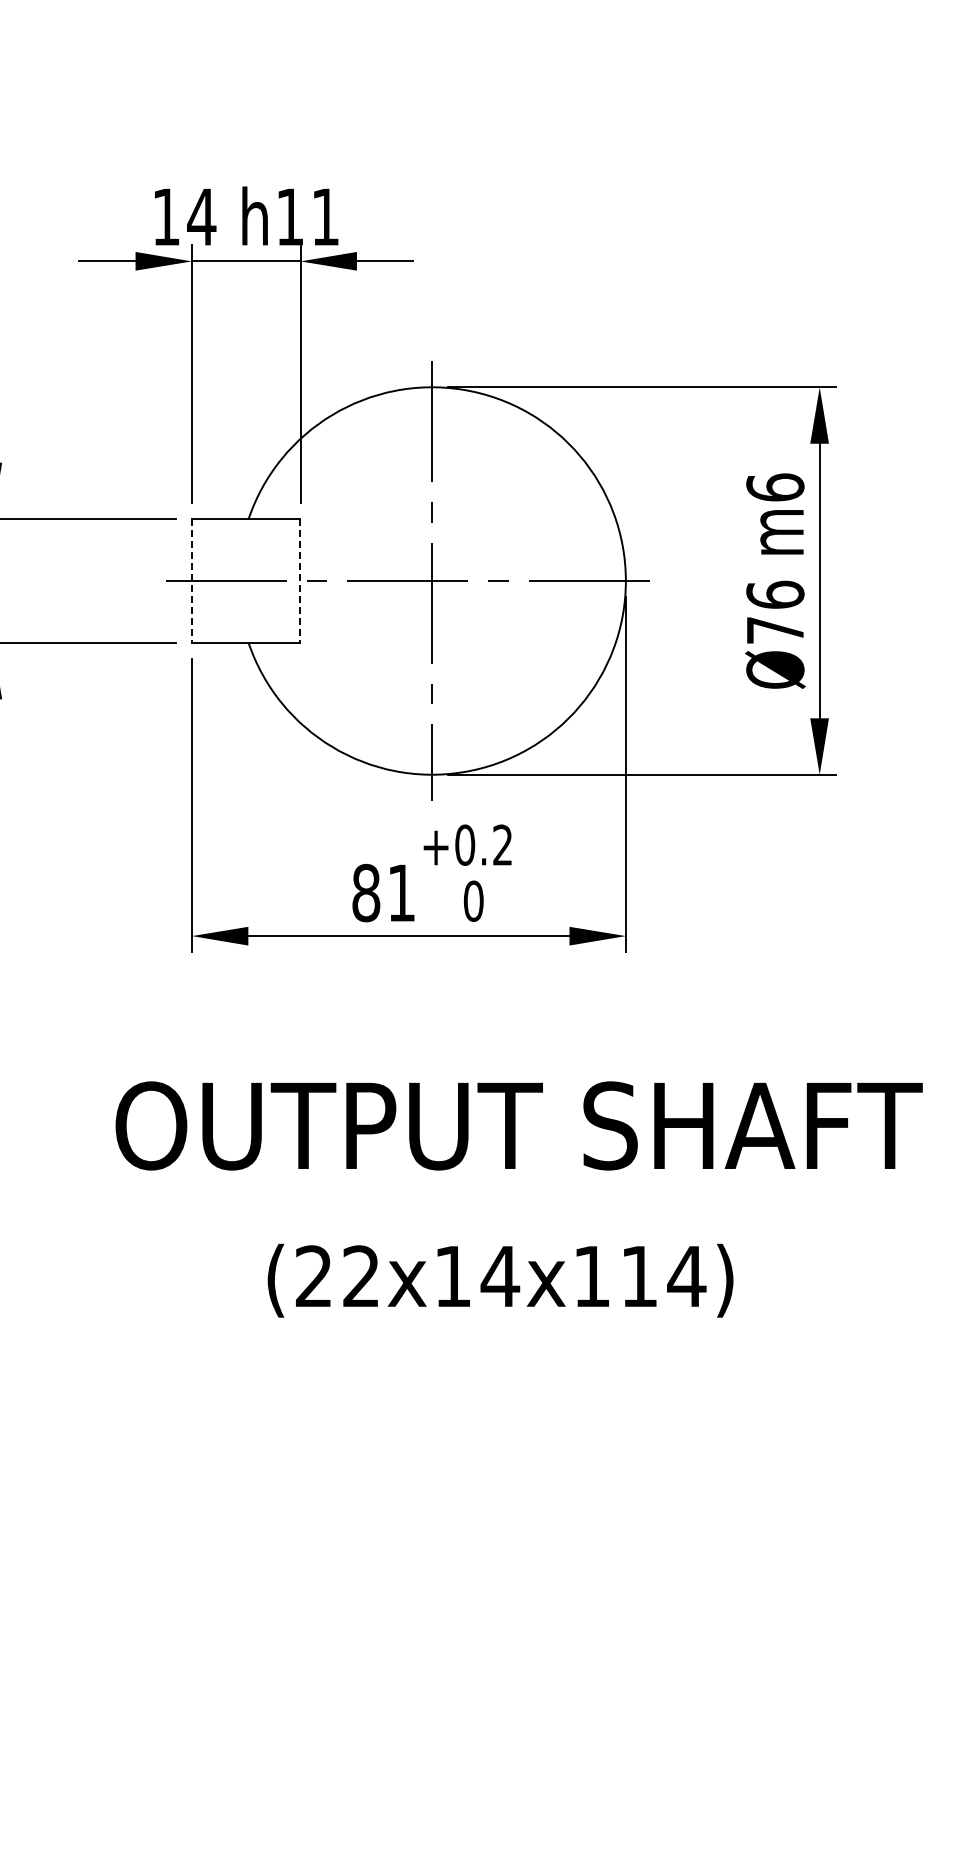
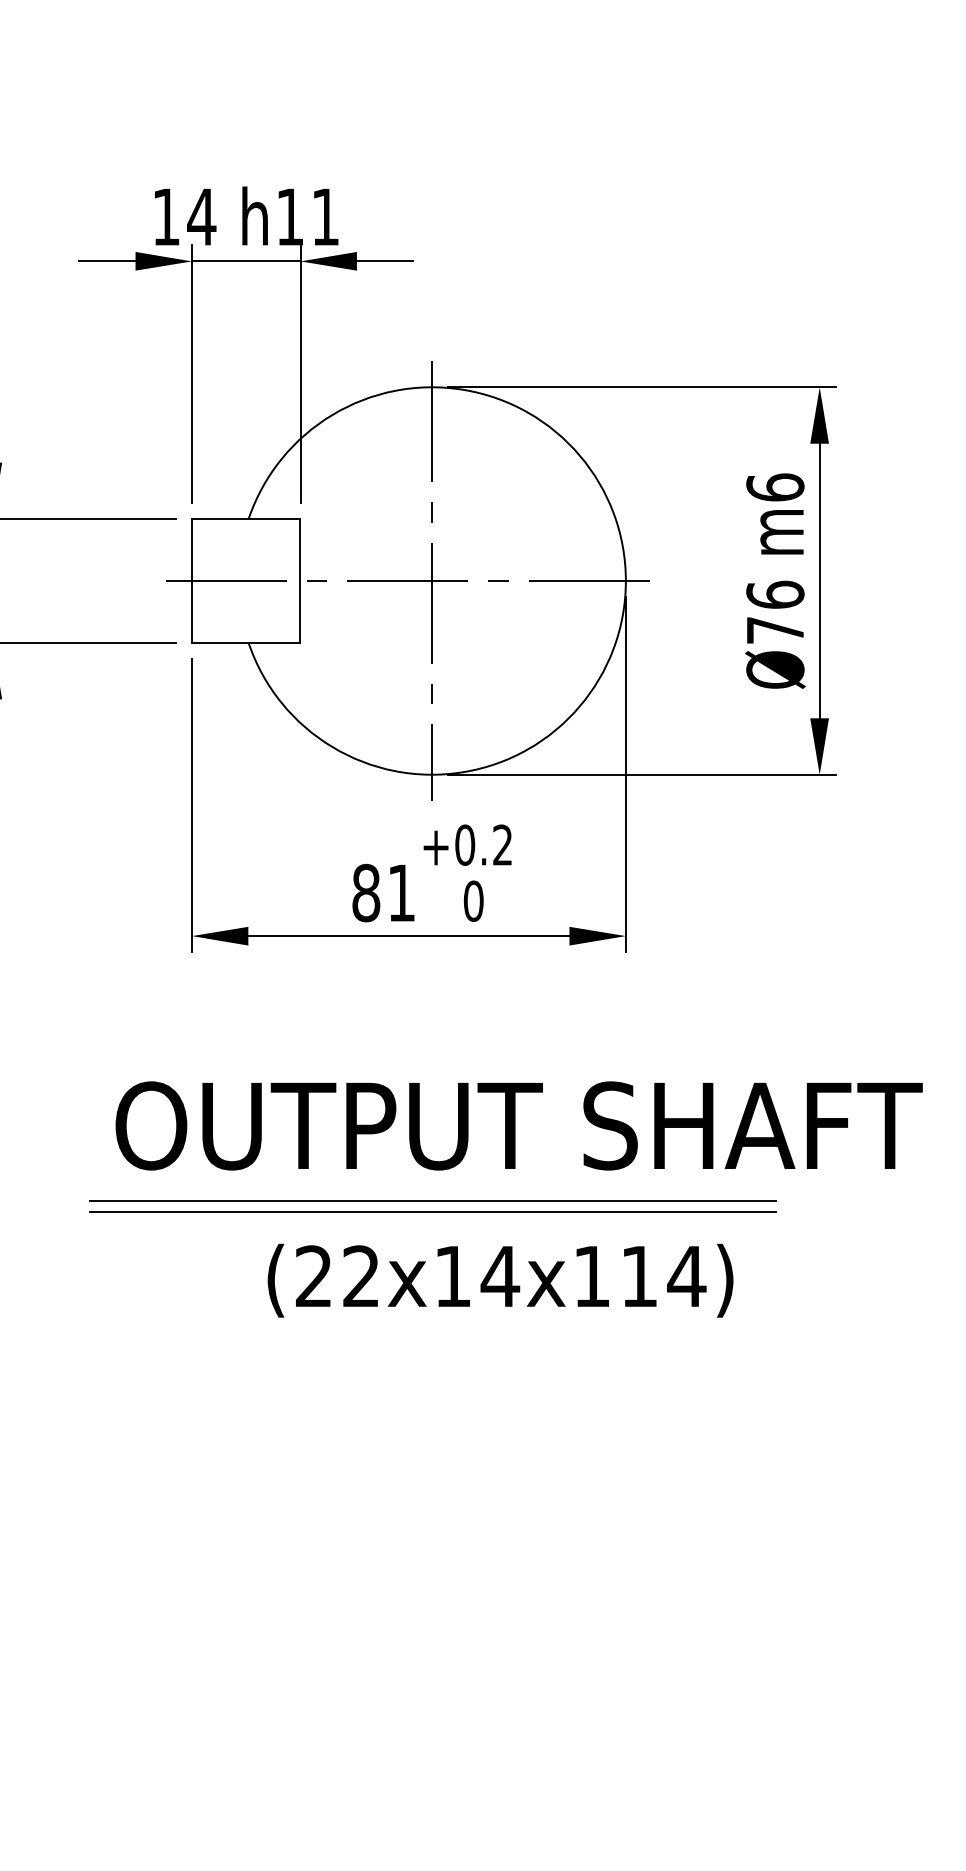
line at (191, 581): dashed -> solid
line at (300, 581): dashed -> solid
line at (432, 1200): none -> present
line at (432, 1212): none -> present
